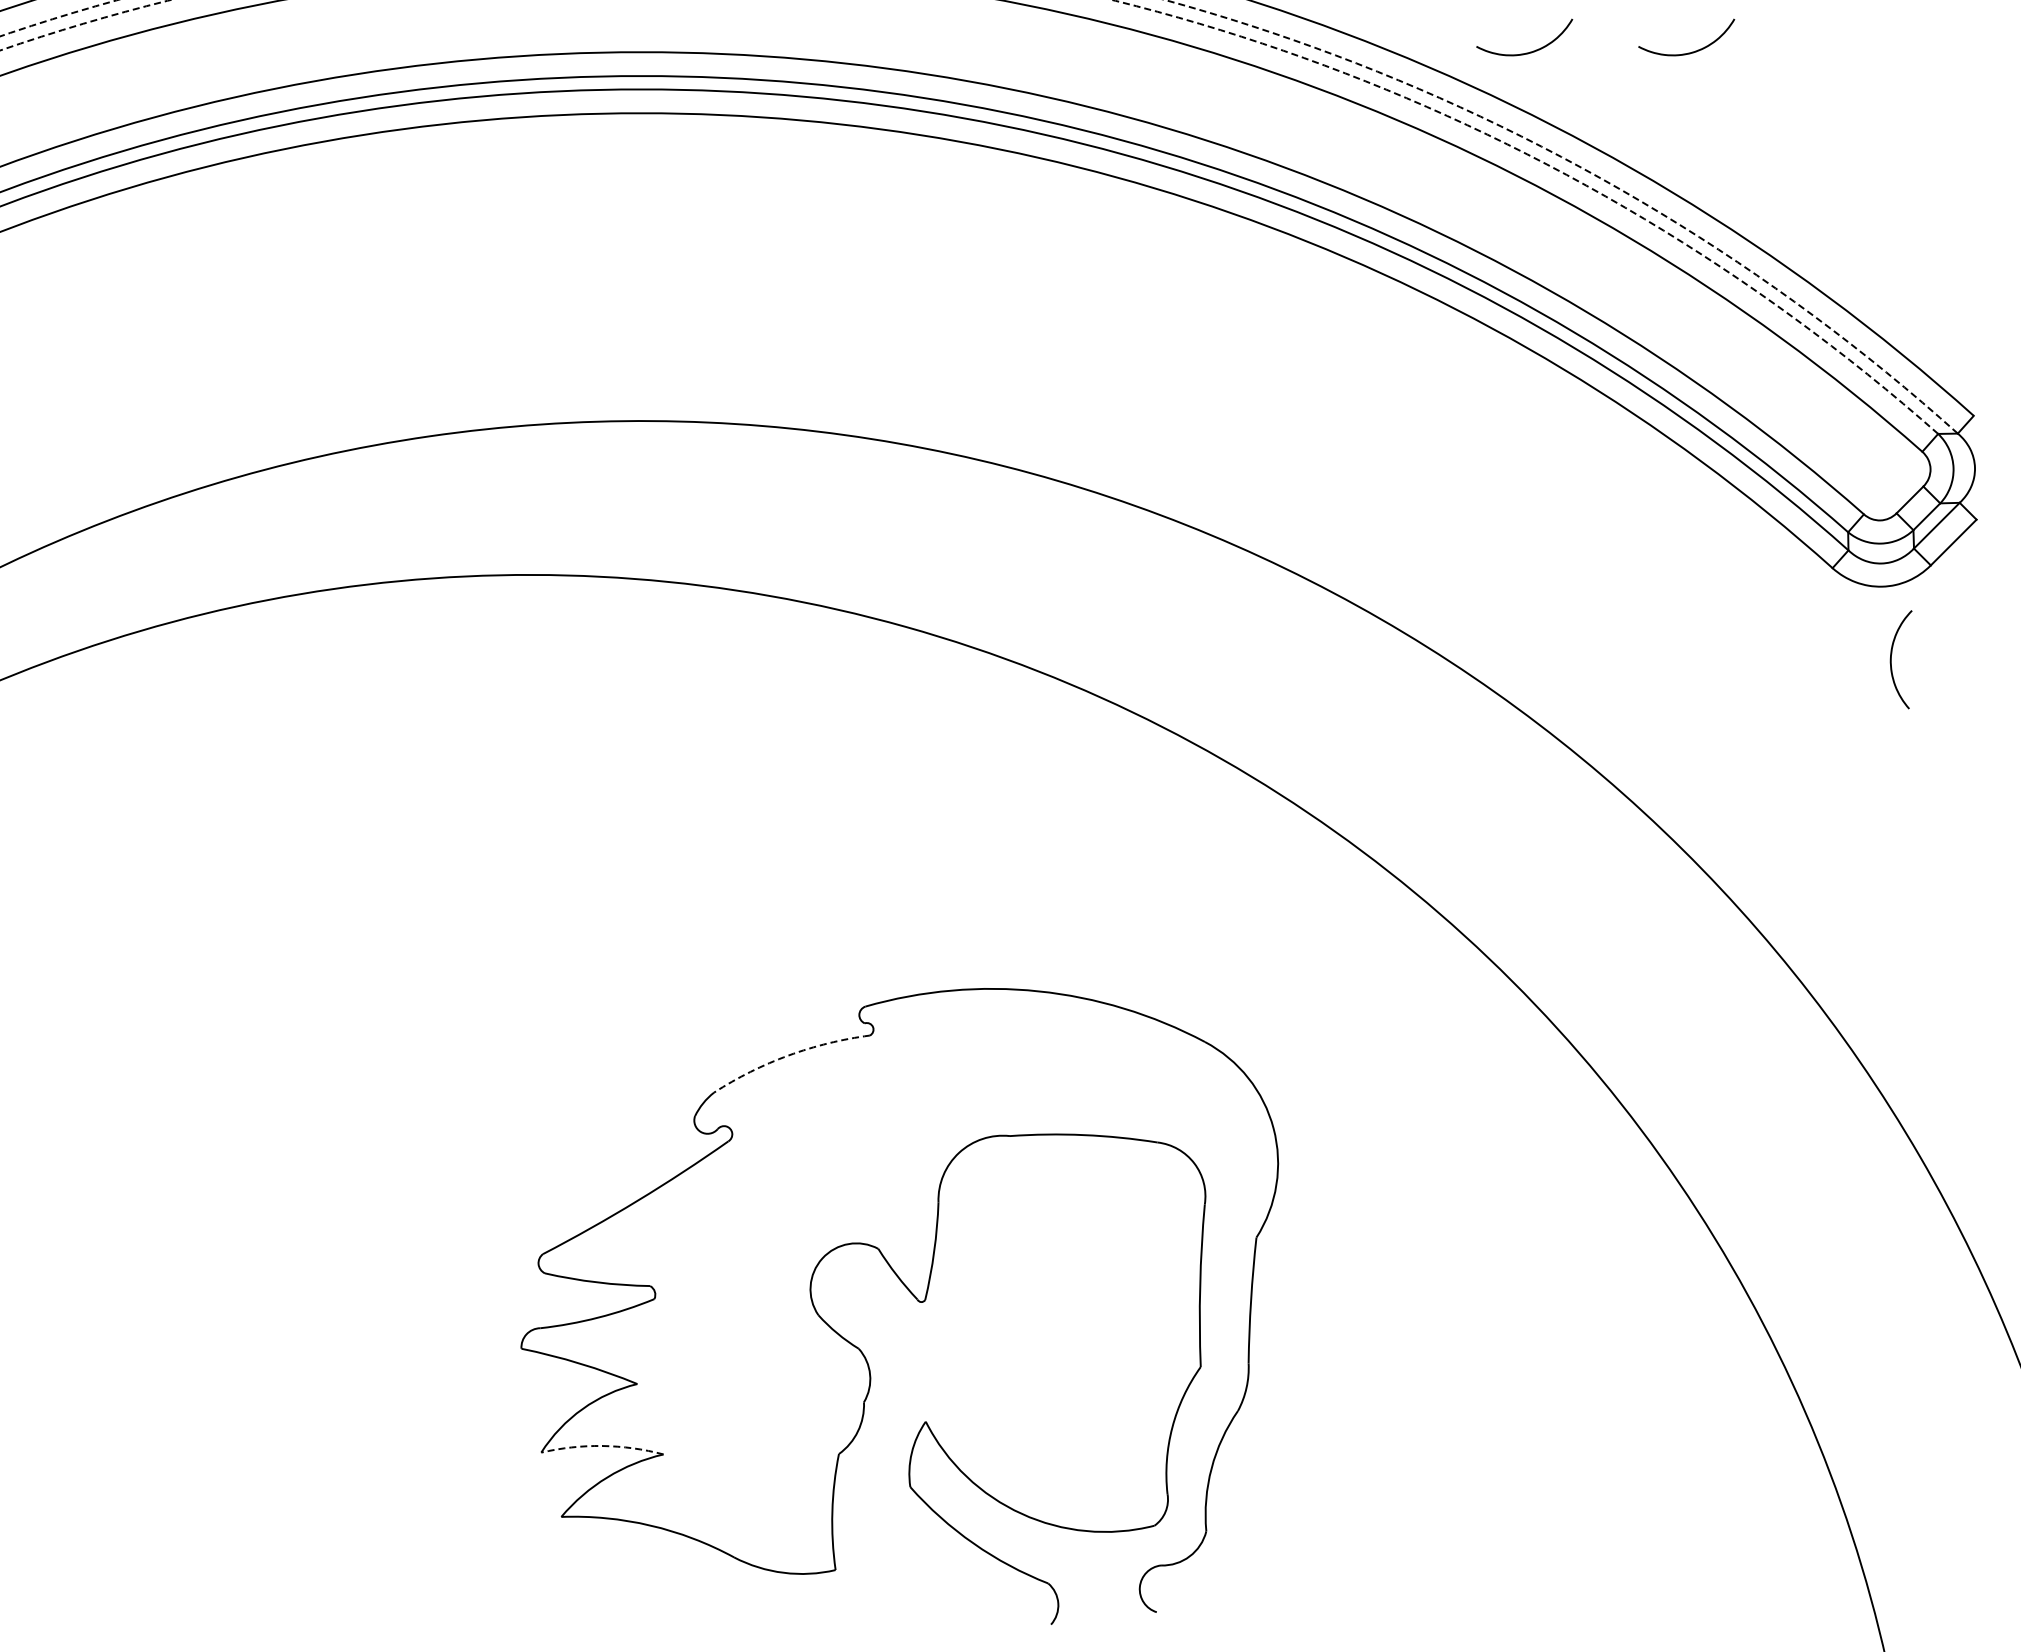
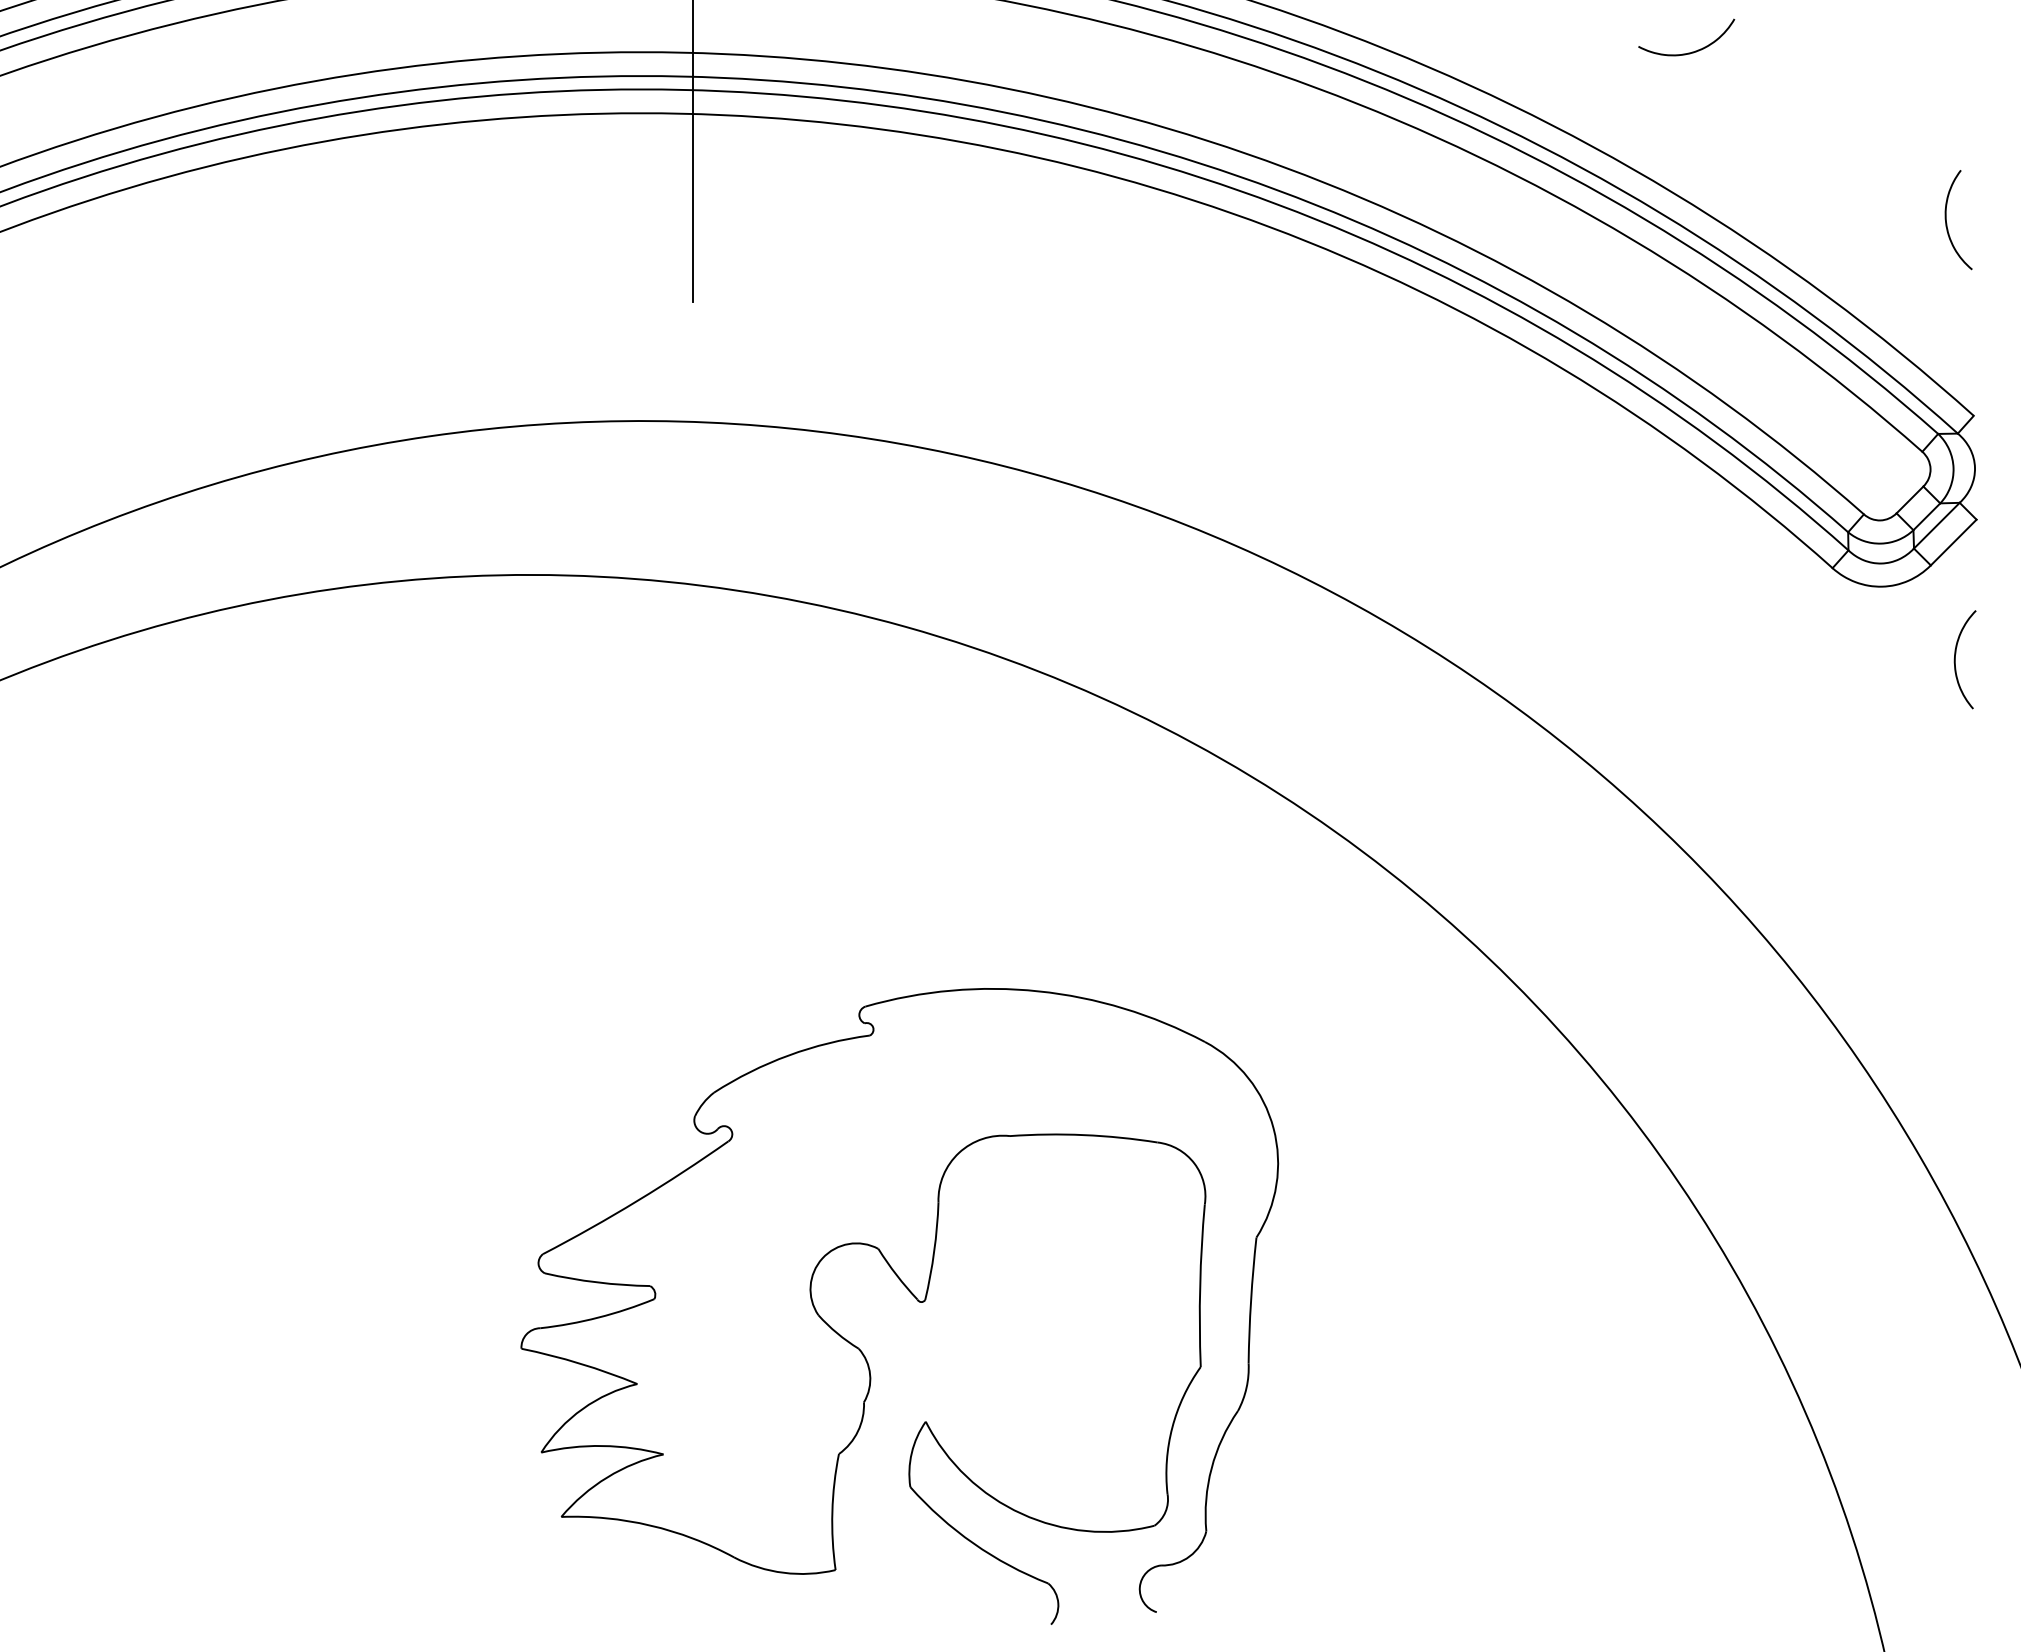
curve at (1526, 52): present -> none
arc at (1474, 128): dashed -> solid
arc at (1537, 144): dashed -> solid
line at (693, 151): none -> present
curve at (1947, 223): none -> present
curve at (1891, 659) position: (1891, 659) -> (1955, 659)
arc at (788, 1055): dashed -> solid
arc at (602, 1446): dashed -> solid
